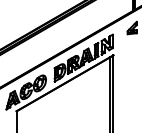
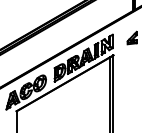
part at (131, 27) position: (131, 27) -> (131, 37)
